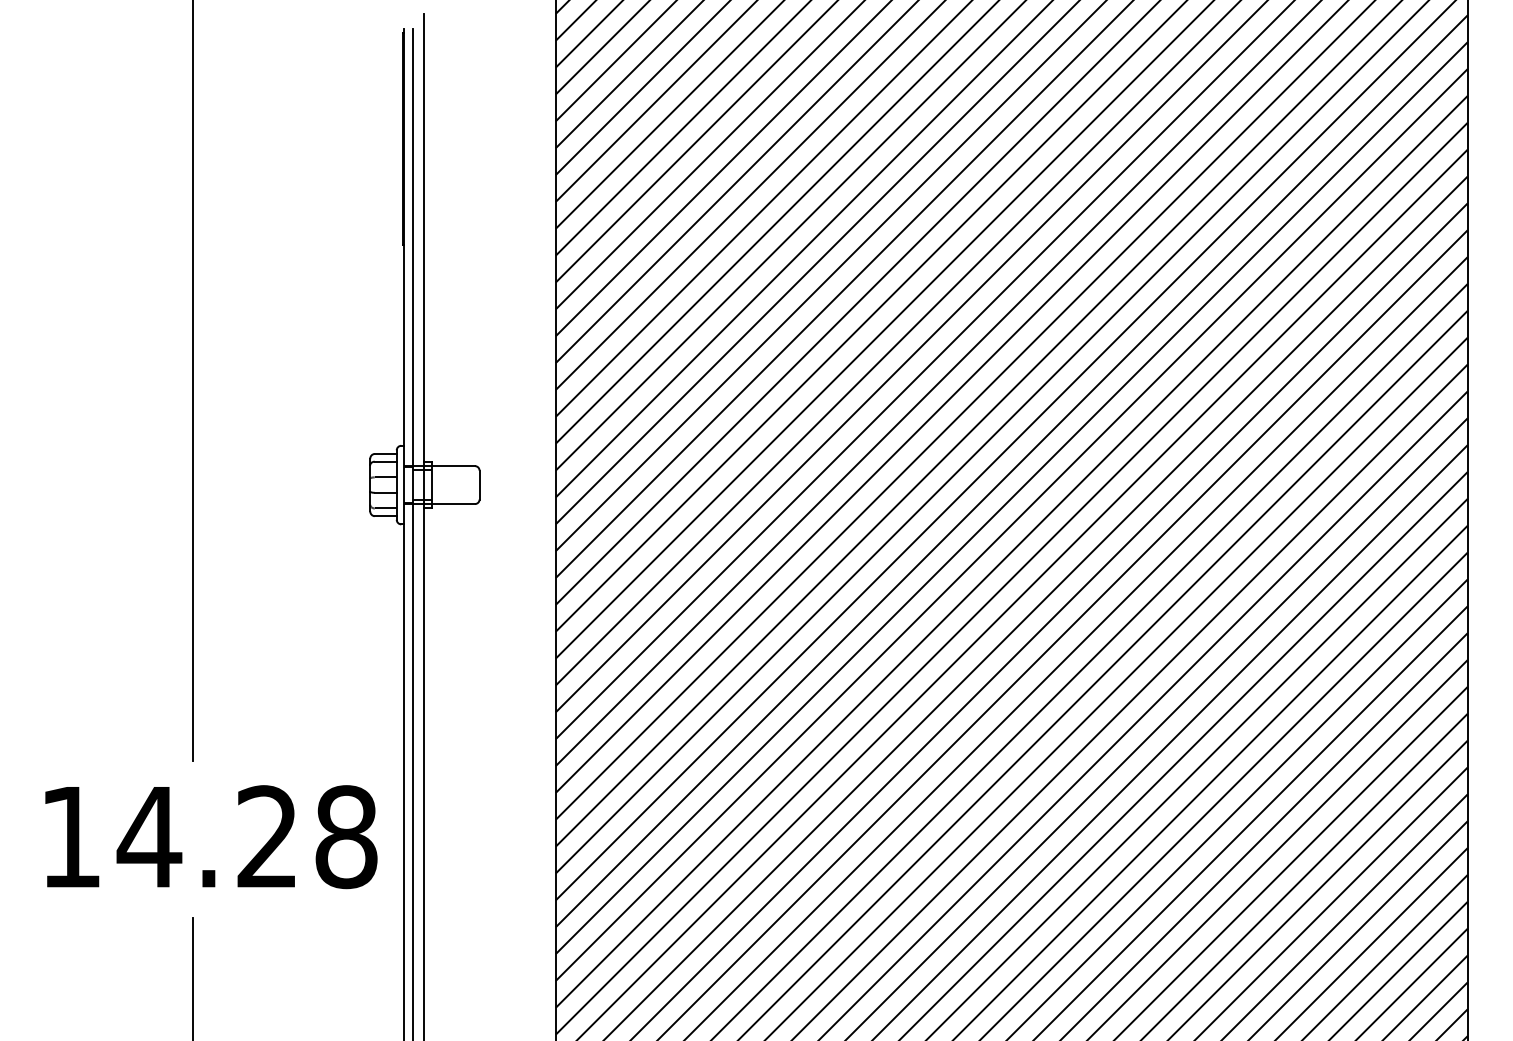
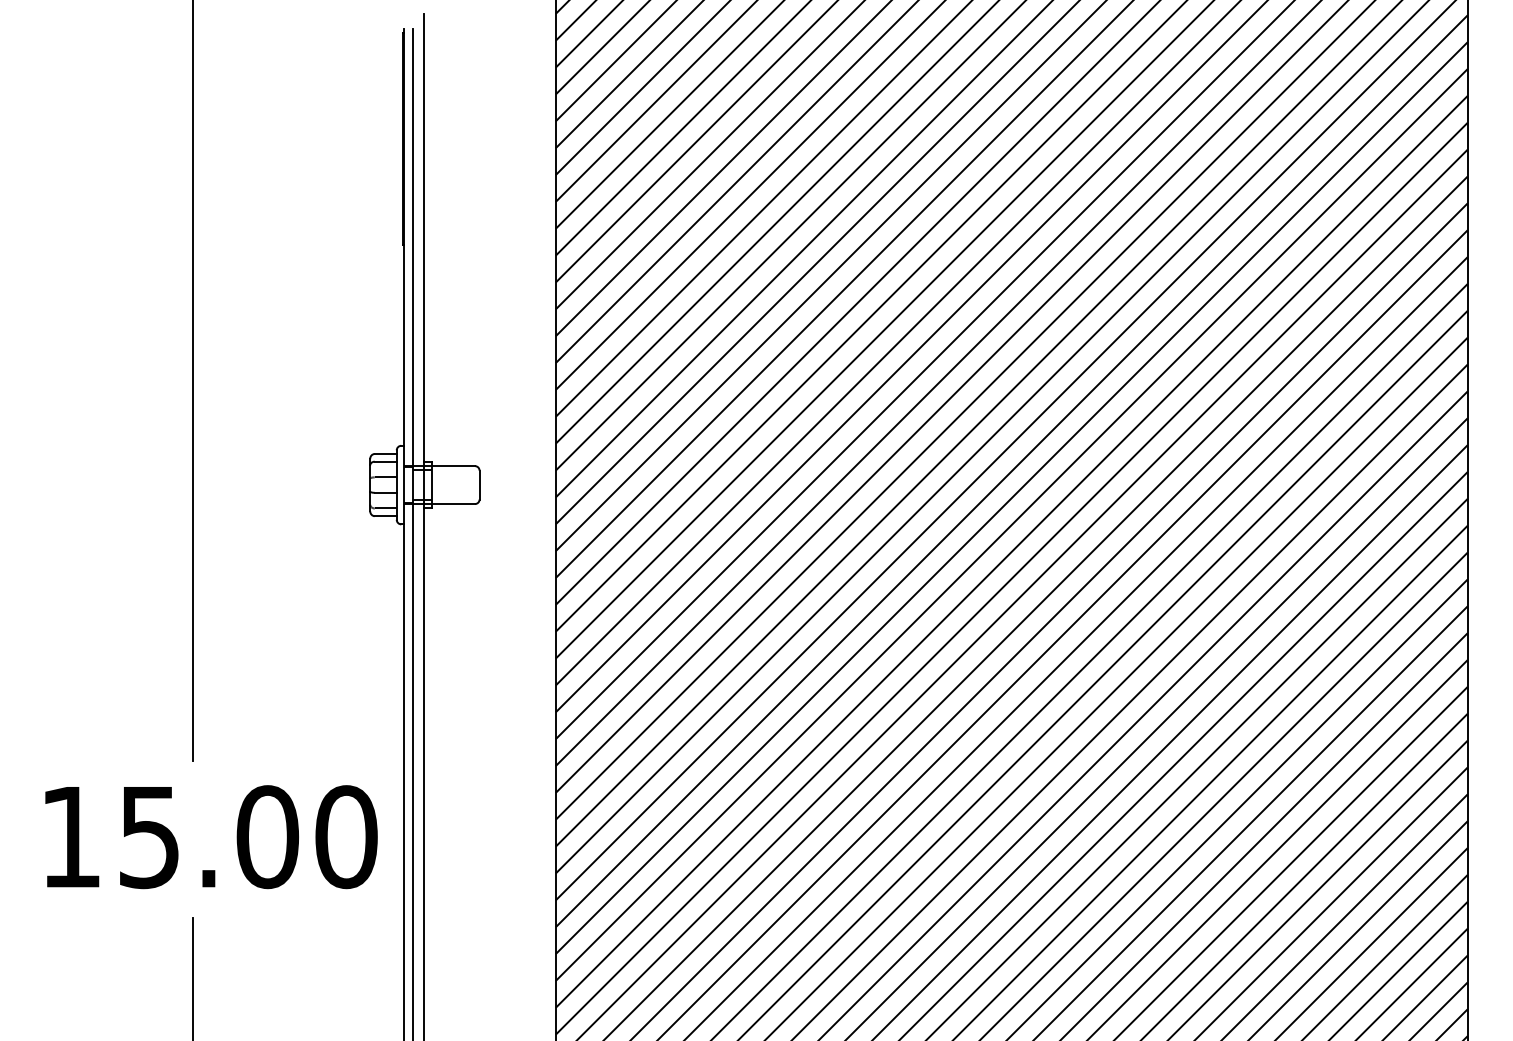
text at (246, 837): 14.28 -> 15.00
